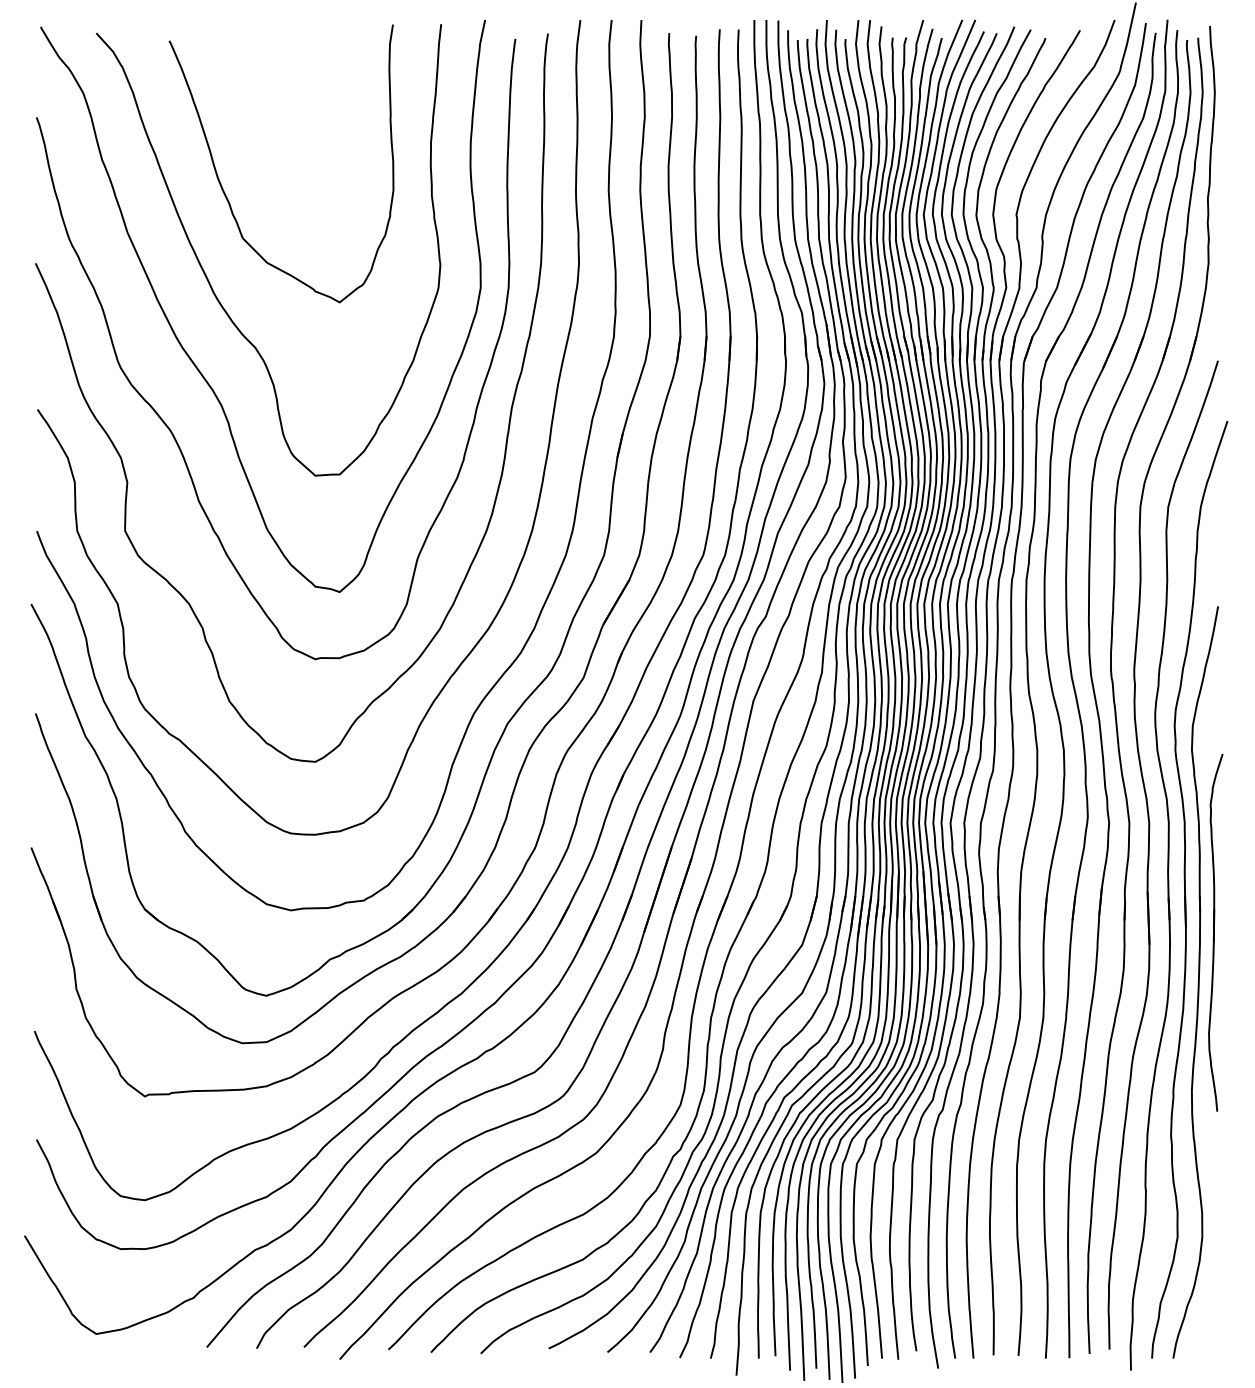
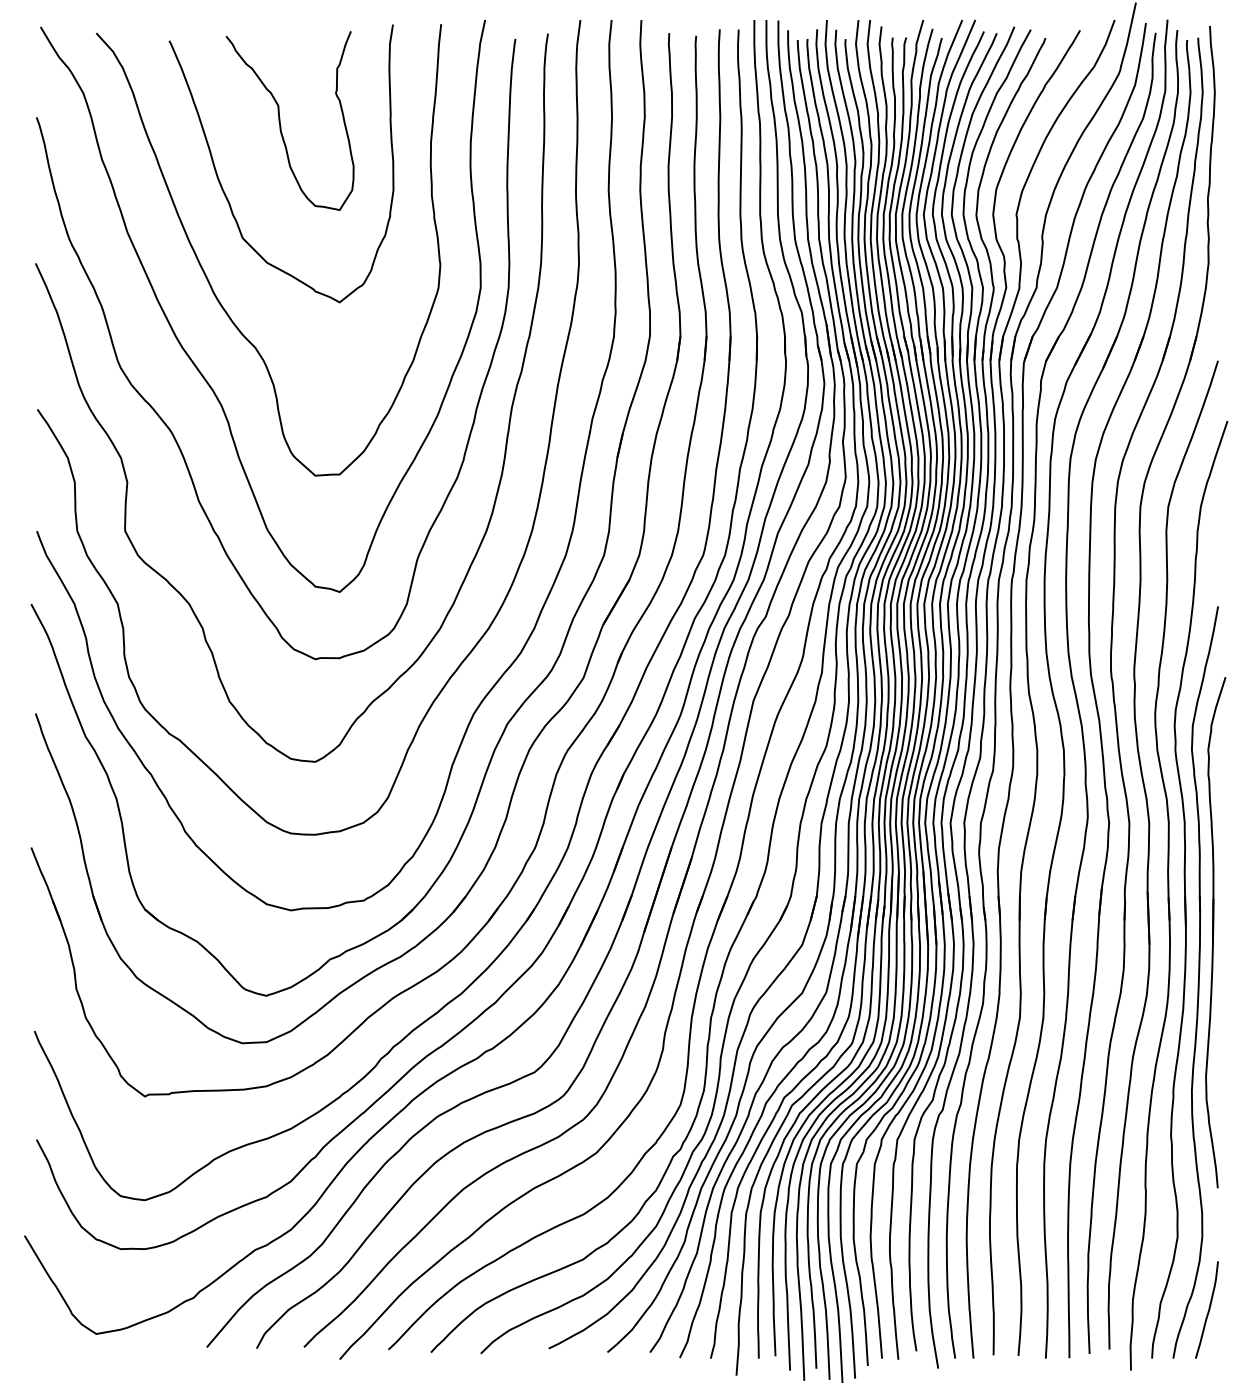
curve at (280, 120): none -> present
part at (1215, 932) size: 16x359 px -> 22x512 px
curve at (1208, 1309): none -> present
